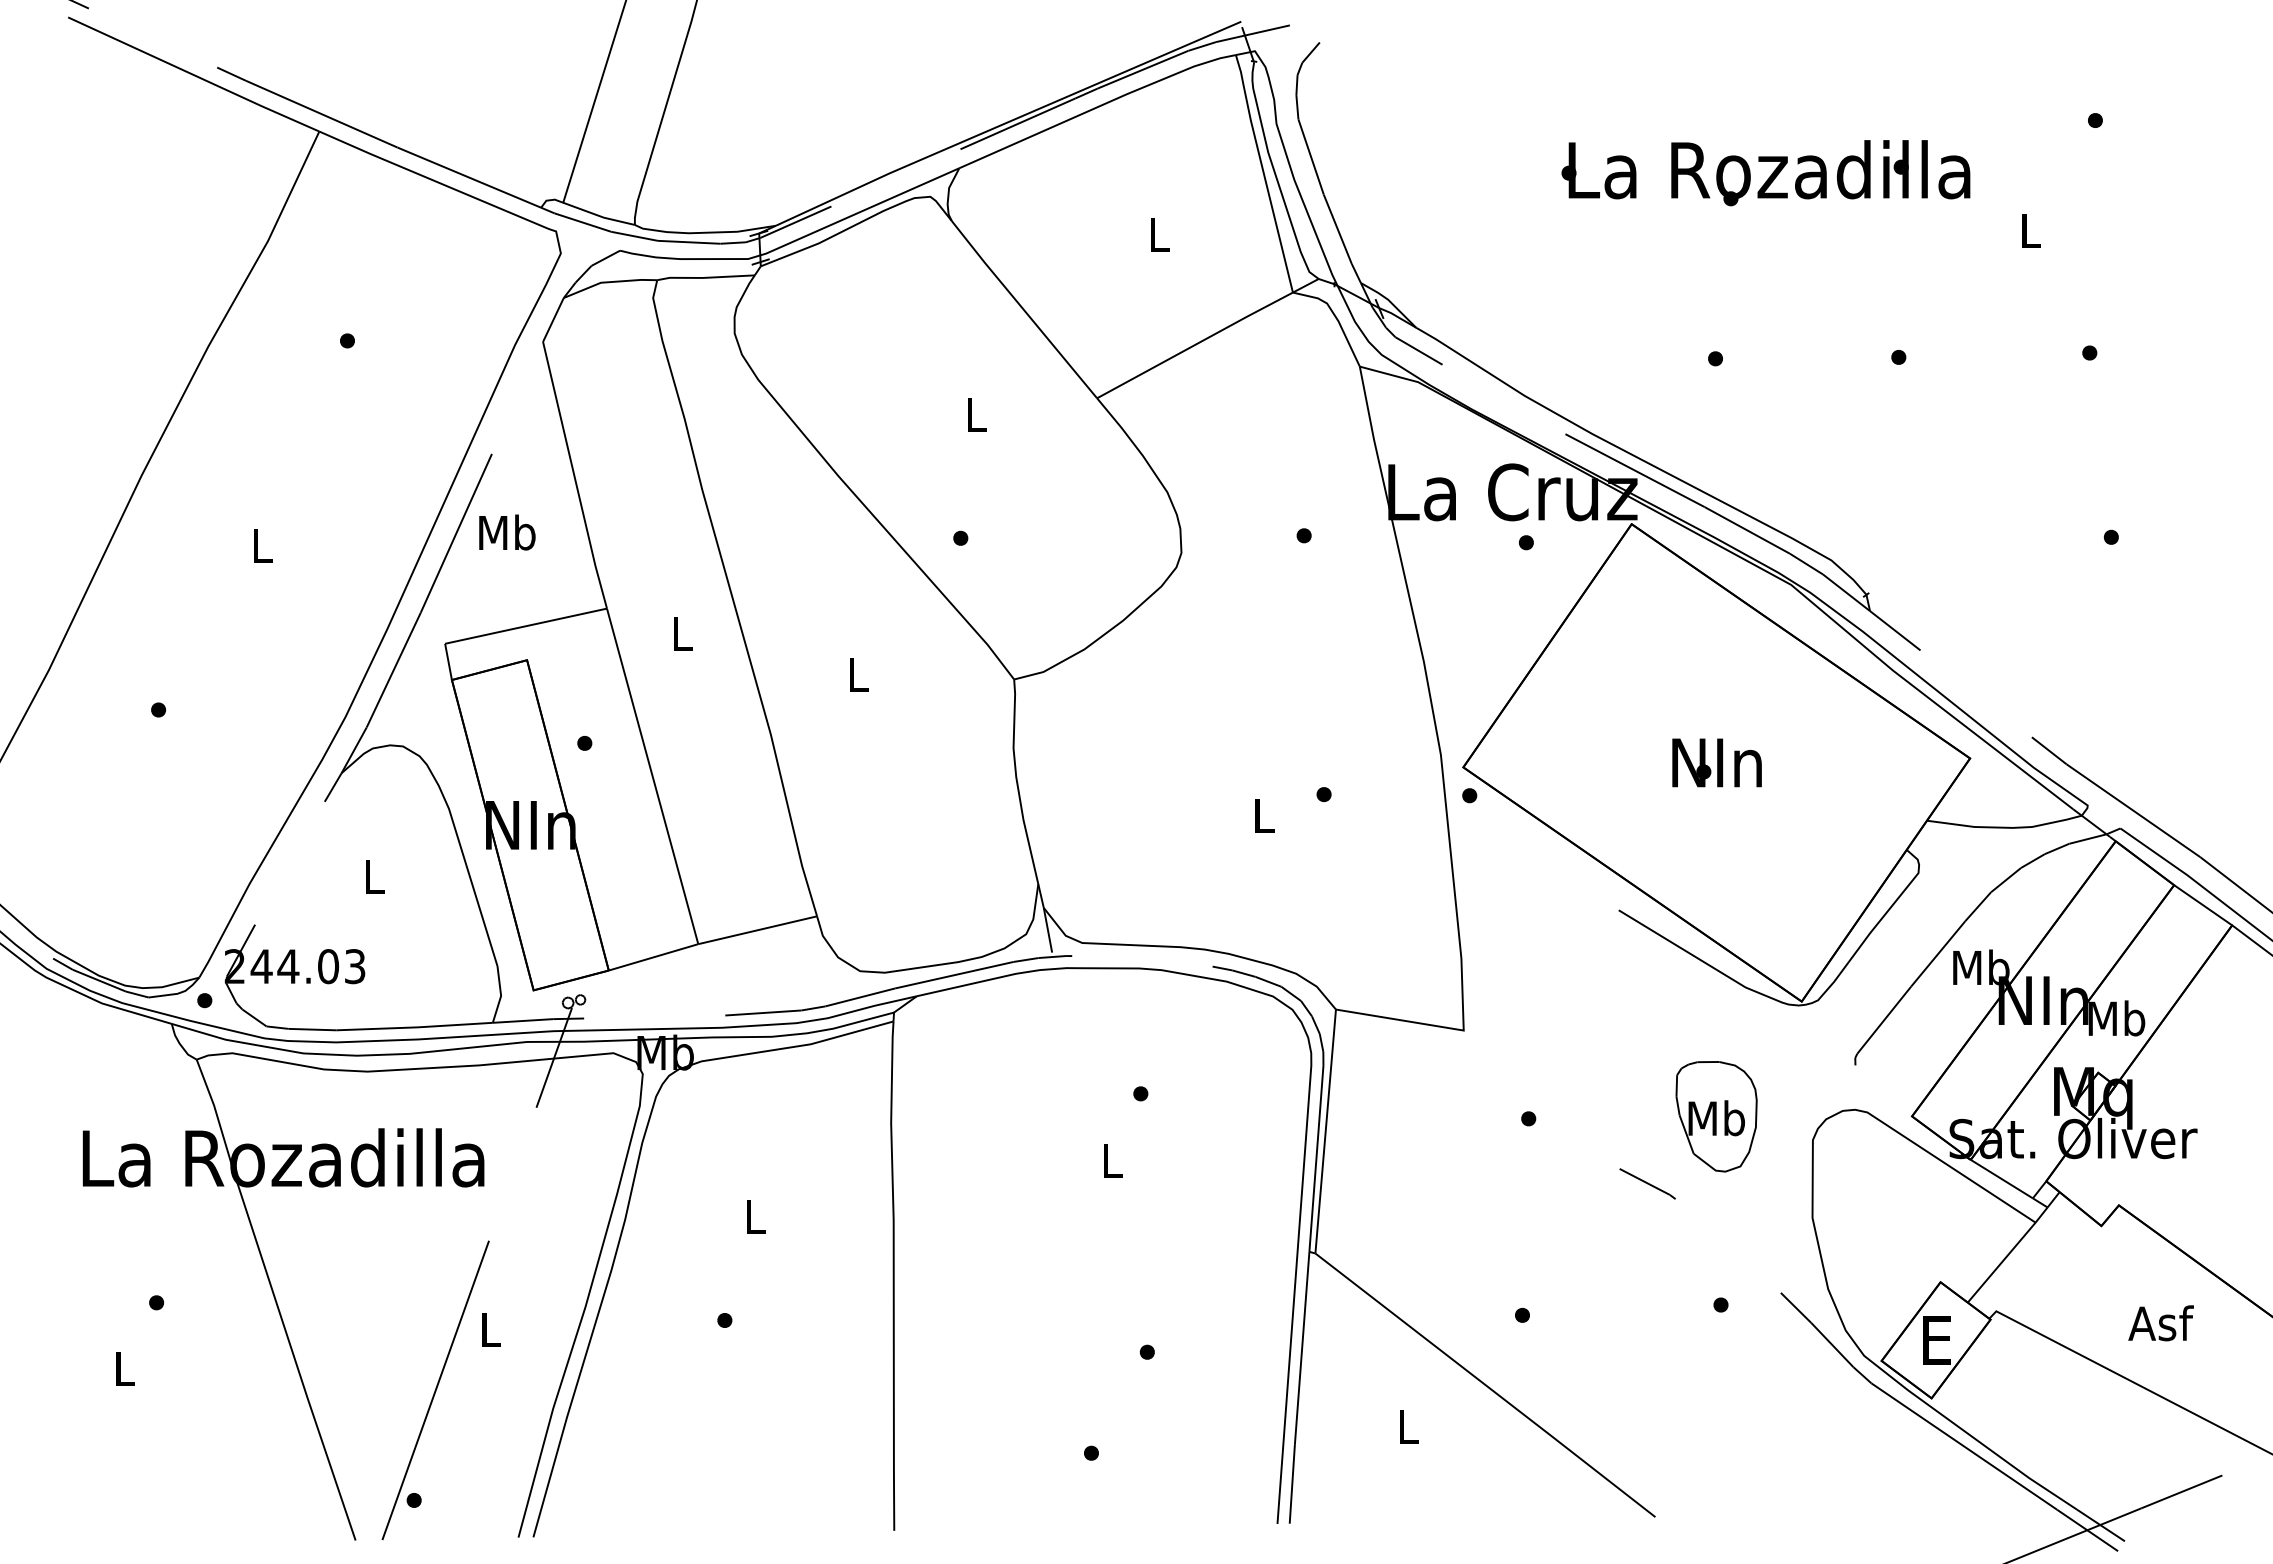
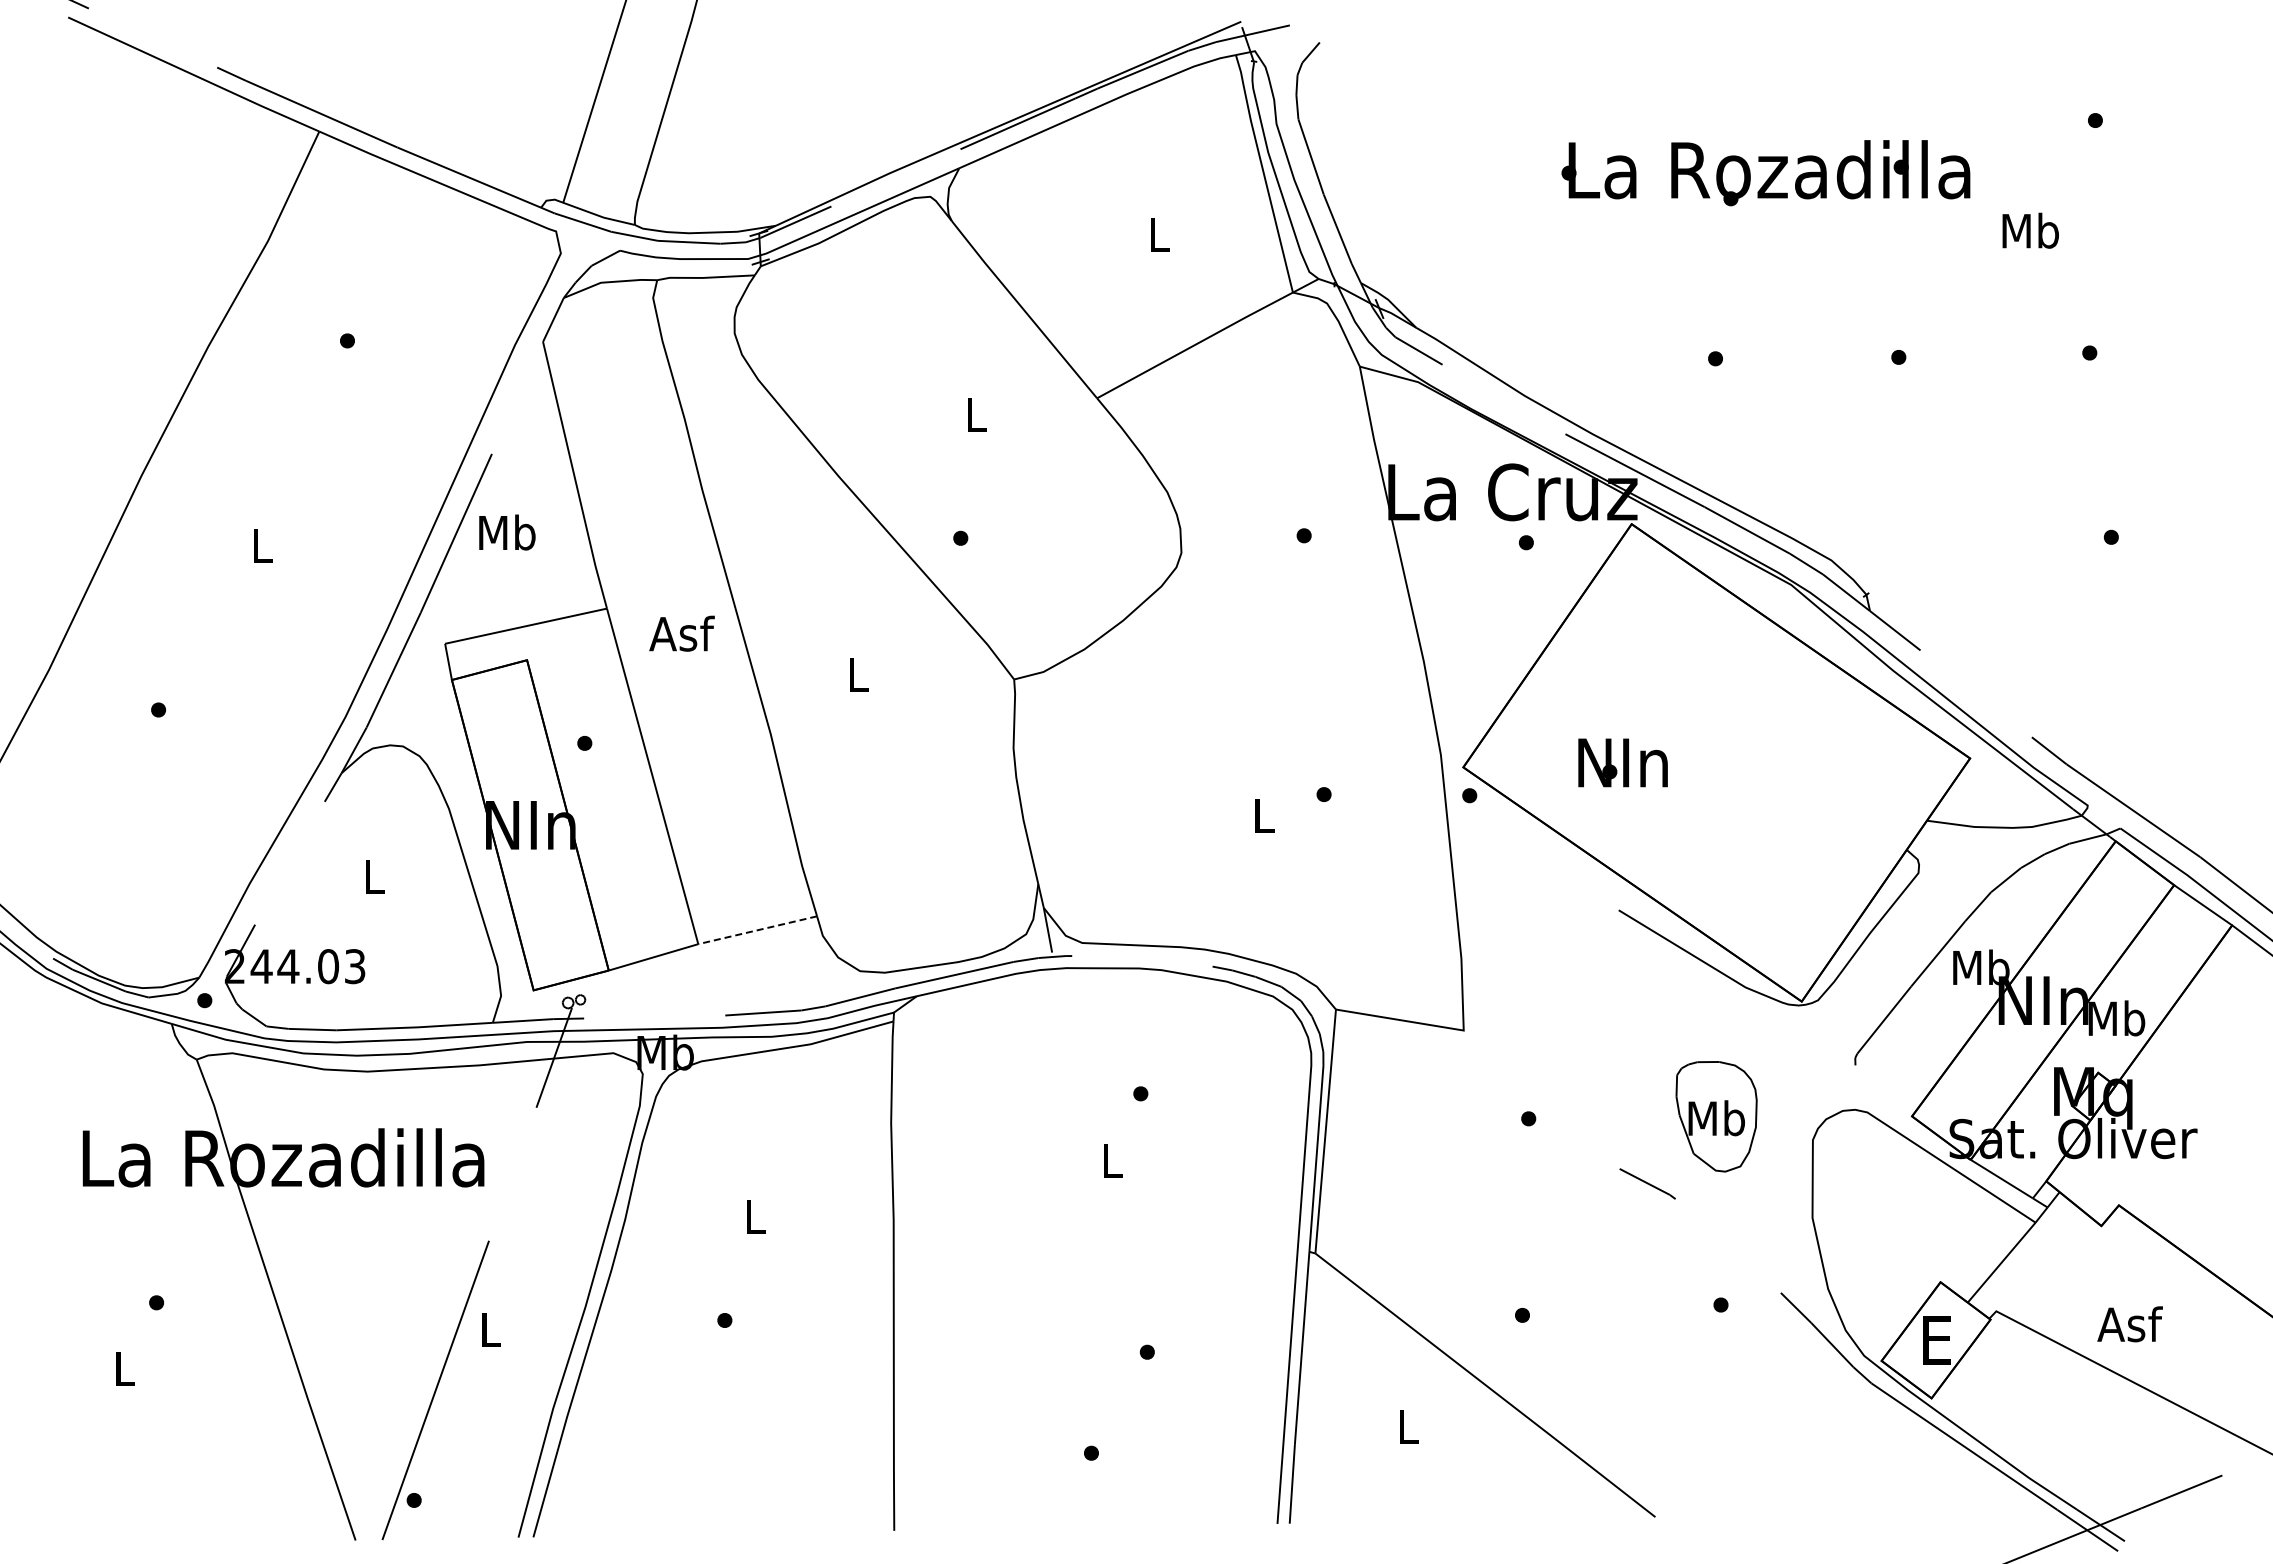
text at (2030, 230): L -> Mb
text at (681, 633): L -> Asf
text at (1716, 762) position: (1716, 762) -> (1622, 762)
line at (757, 930): solid -> dashed
text at (2160, 1323) position: (2160, 1323) -> (2129, 1324)
